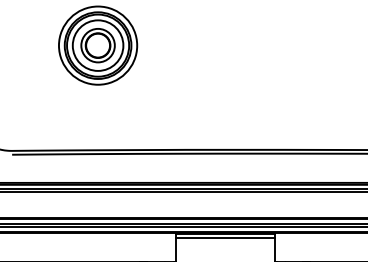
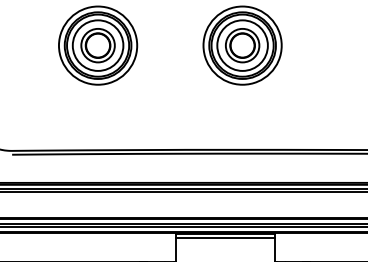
part at (242, 45): none -> present
